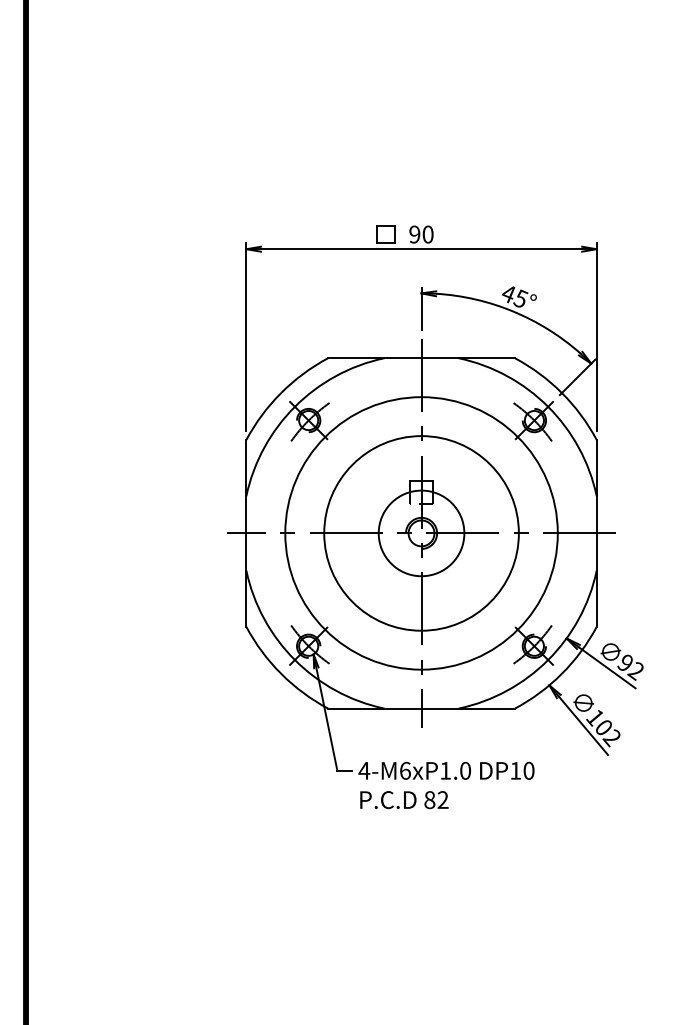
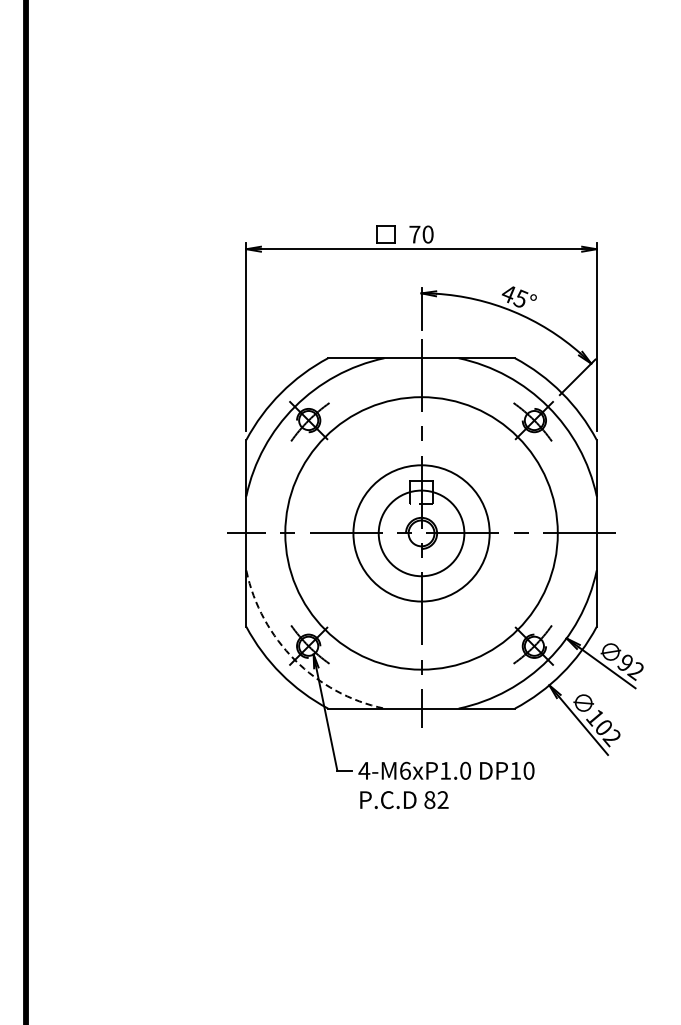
text at (414, 234): 90 -> 70
circle at (421, 533) diameter: 195 px -> 136 px
arc at (294, 660): solid -> dashed
